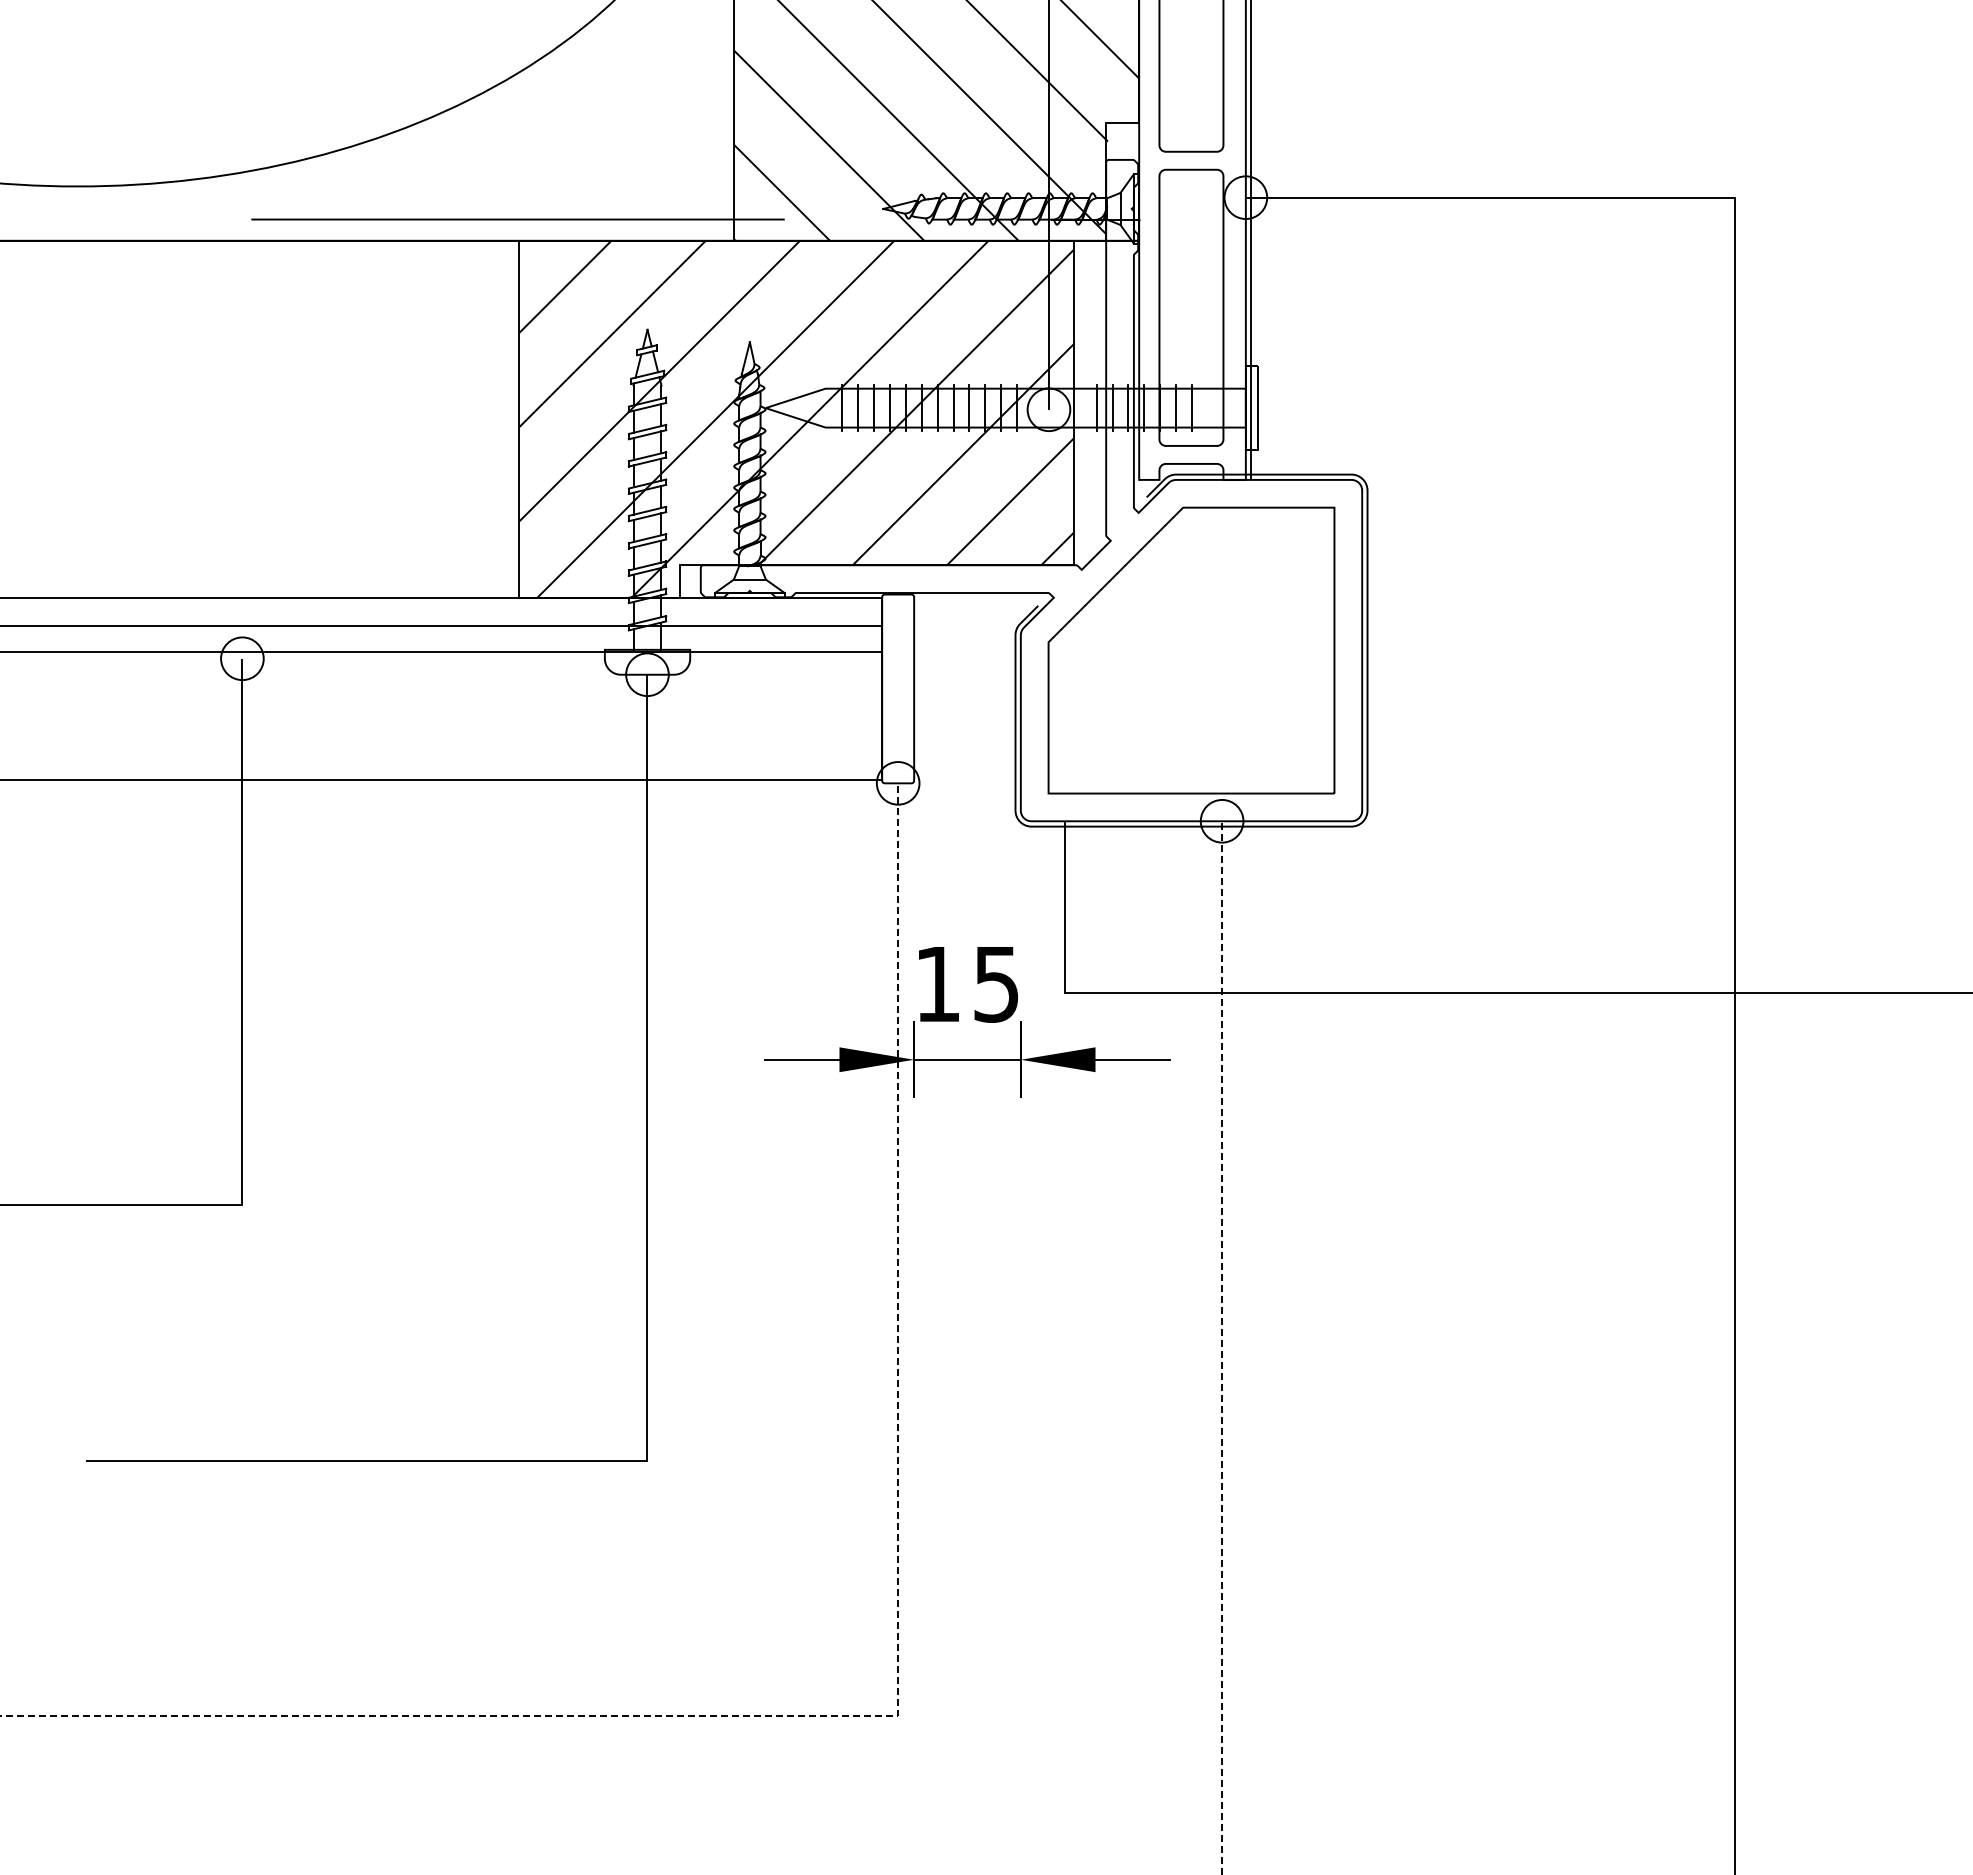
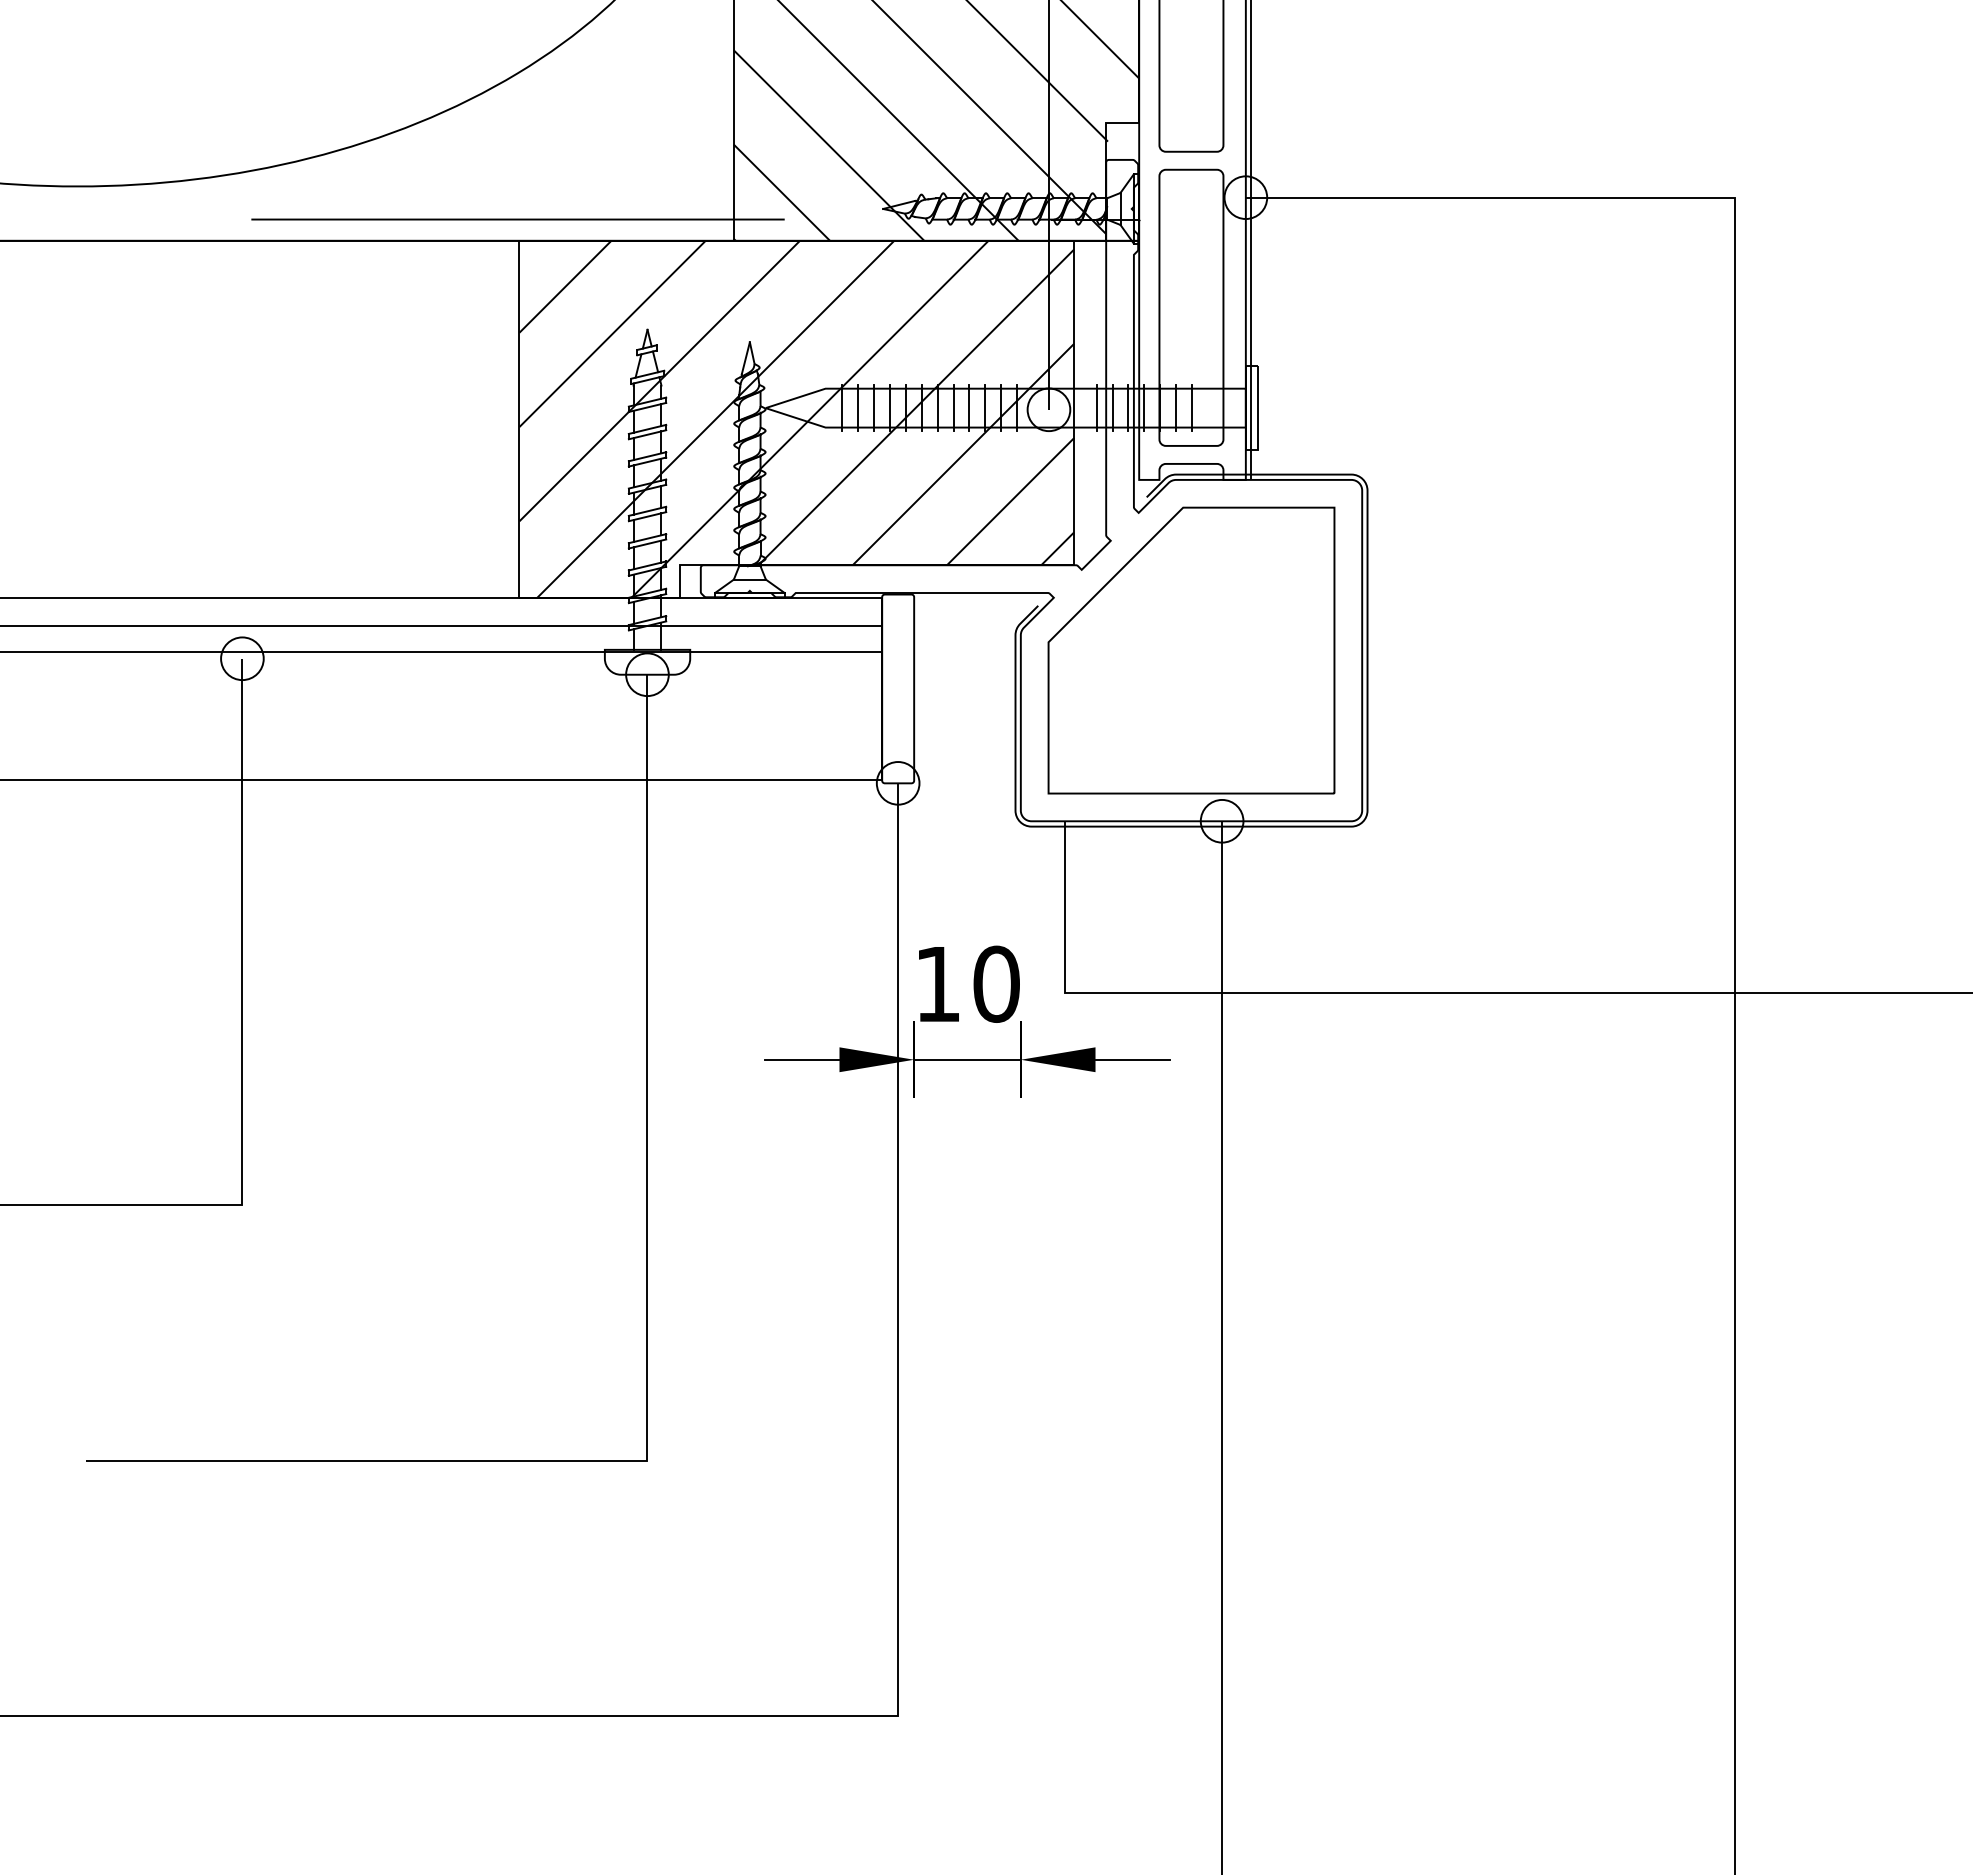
text at (996, 983): 15 -> 10
line at (1222, 1348): dashed -> solid
line at (898, 1698): dashed -> solid
